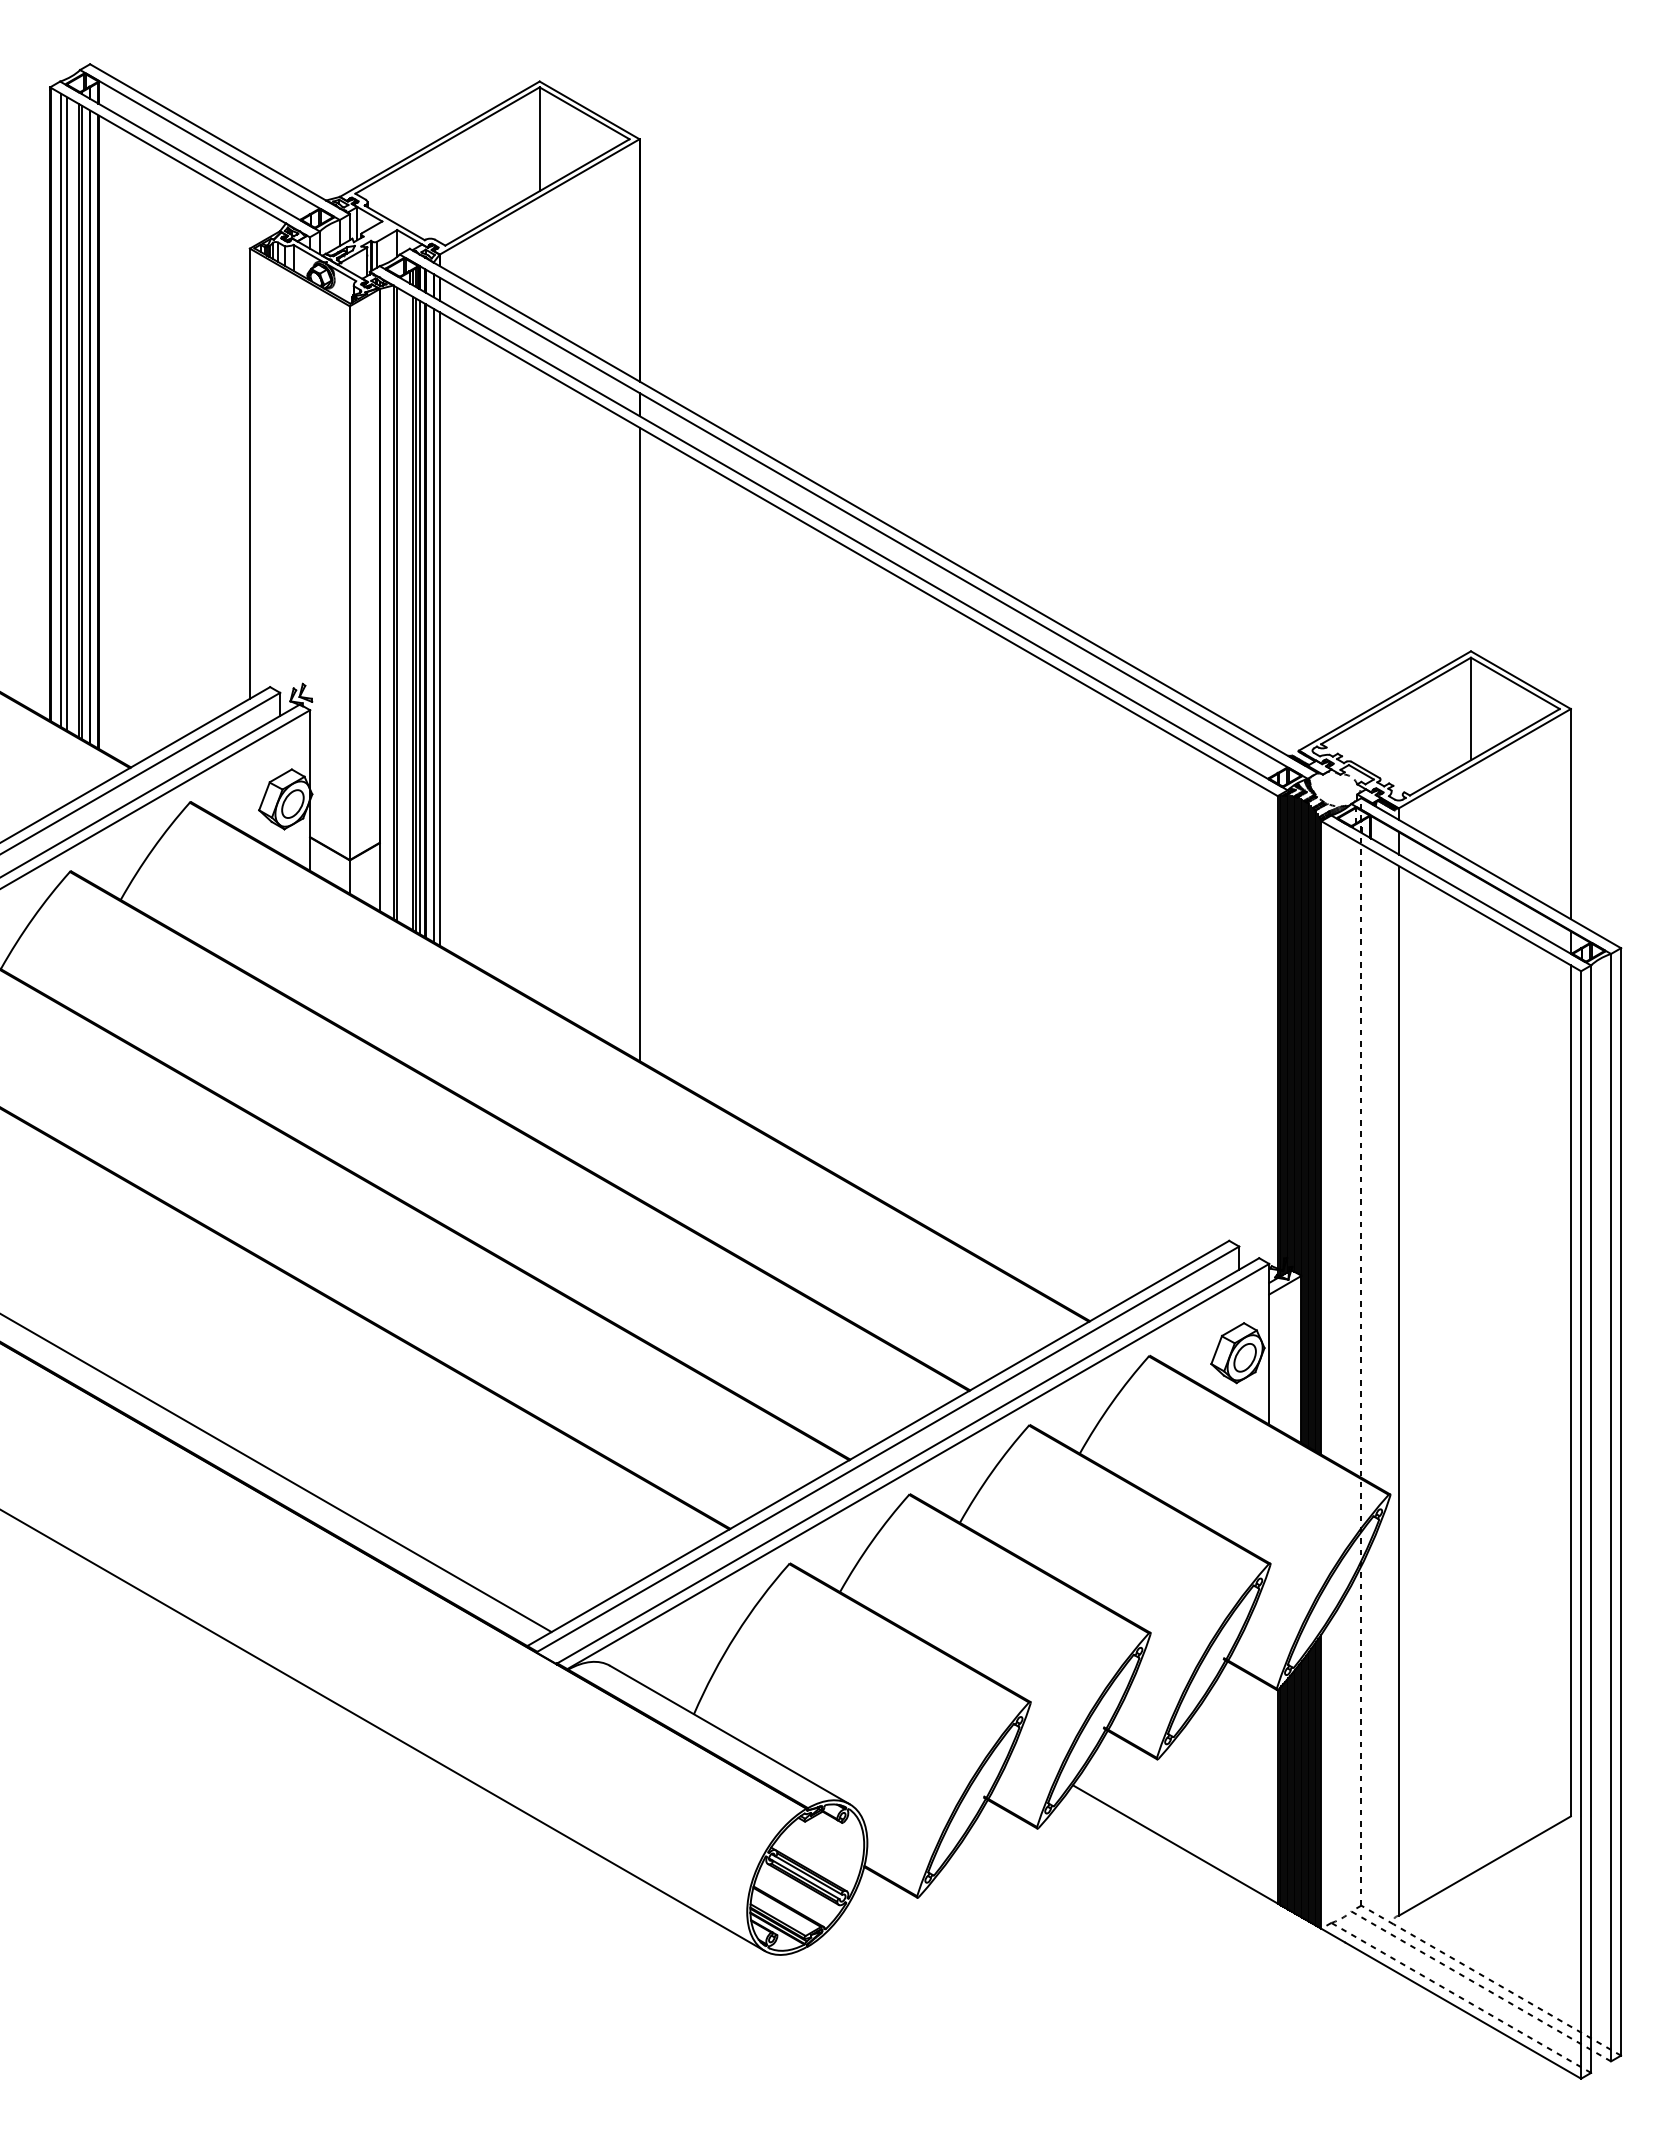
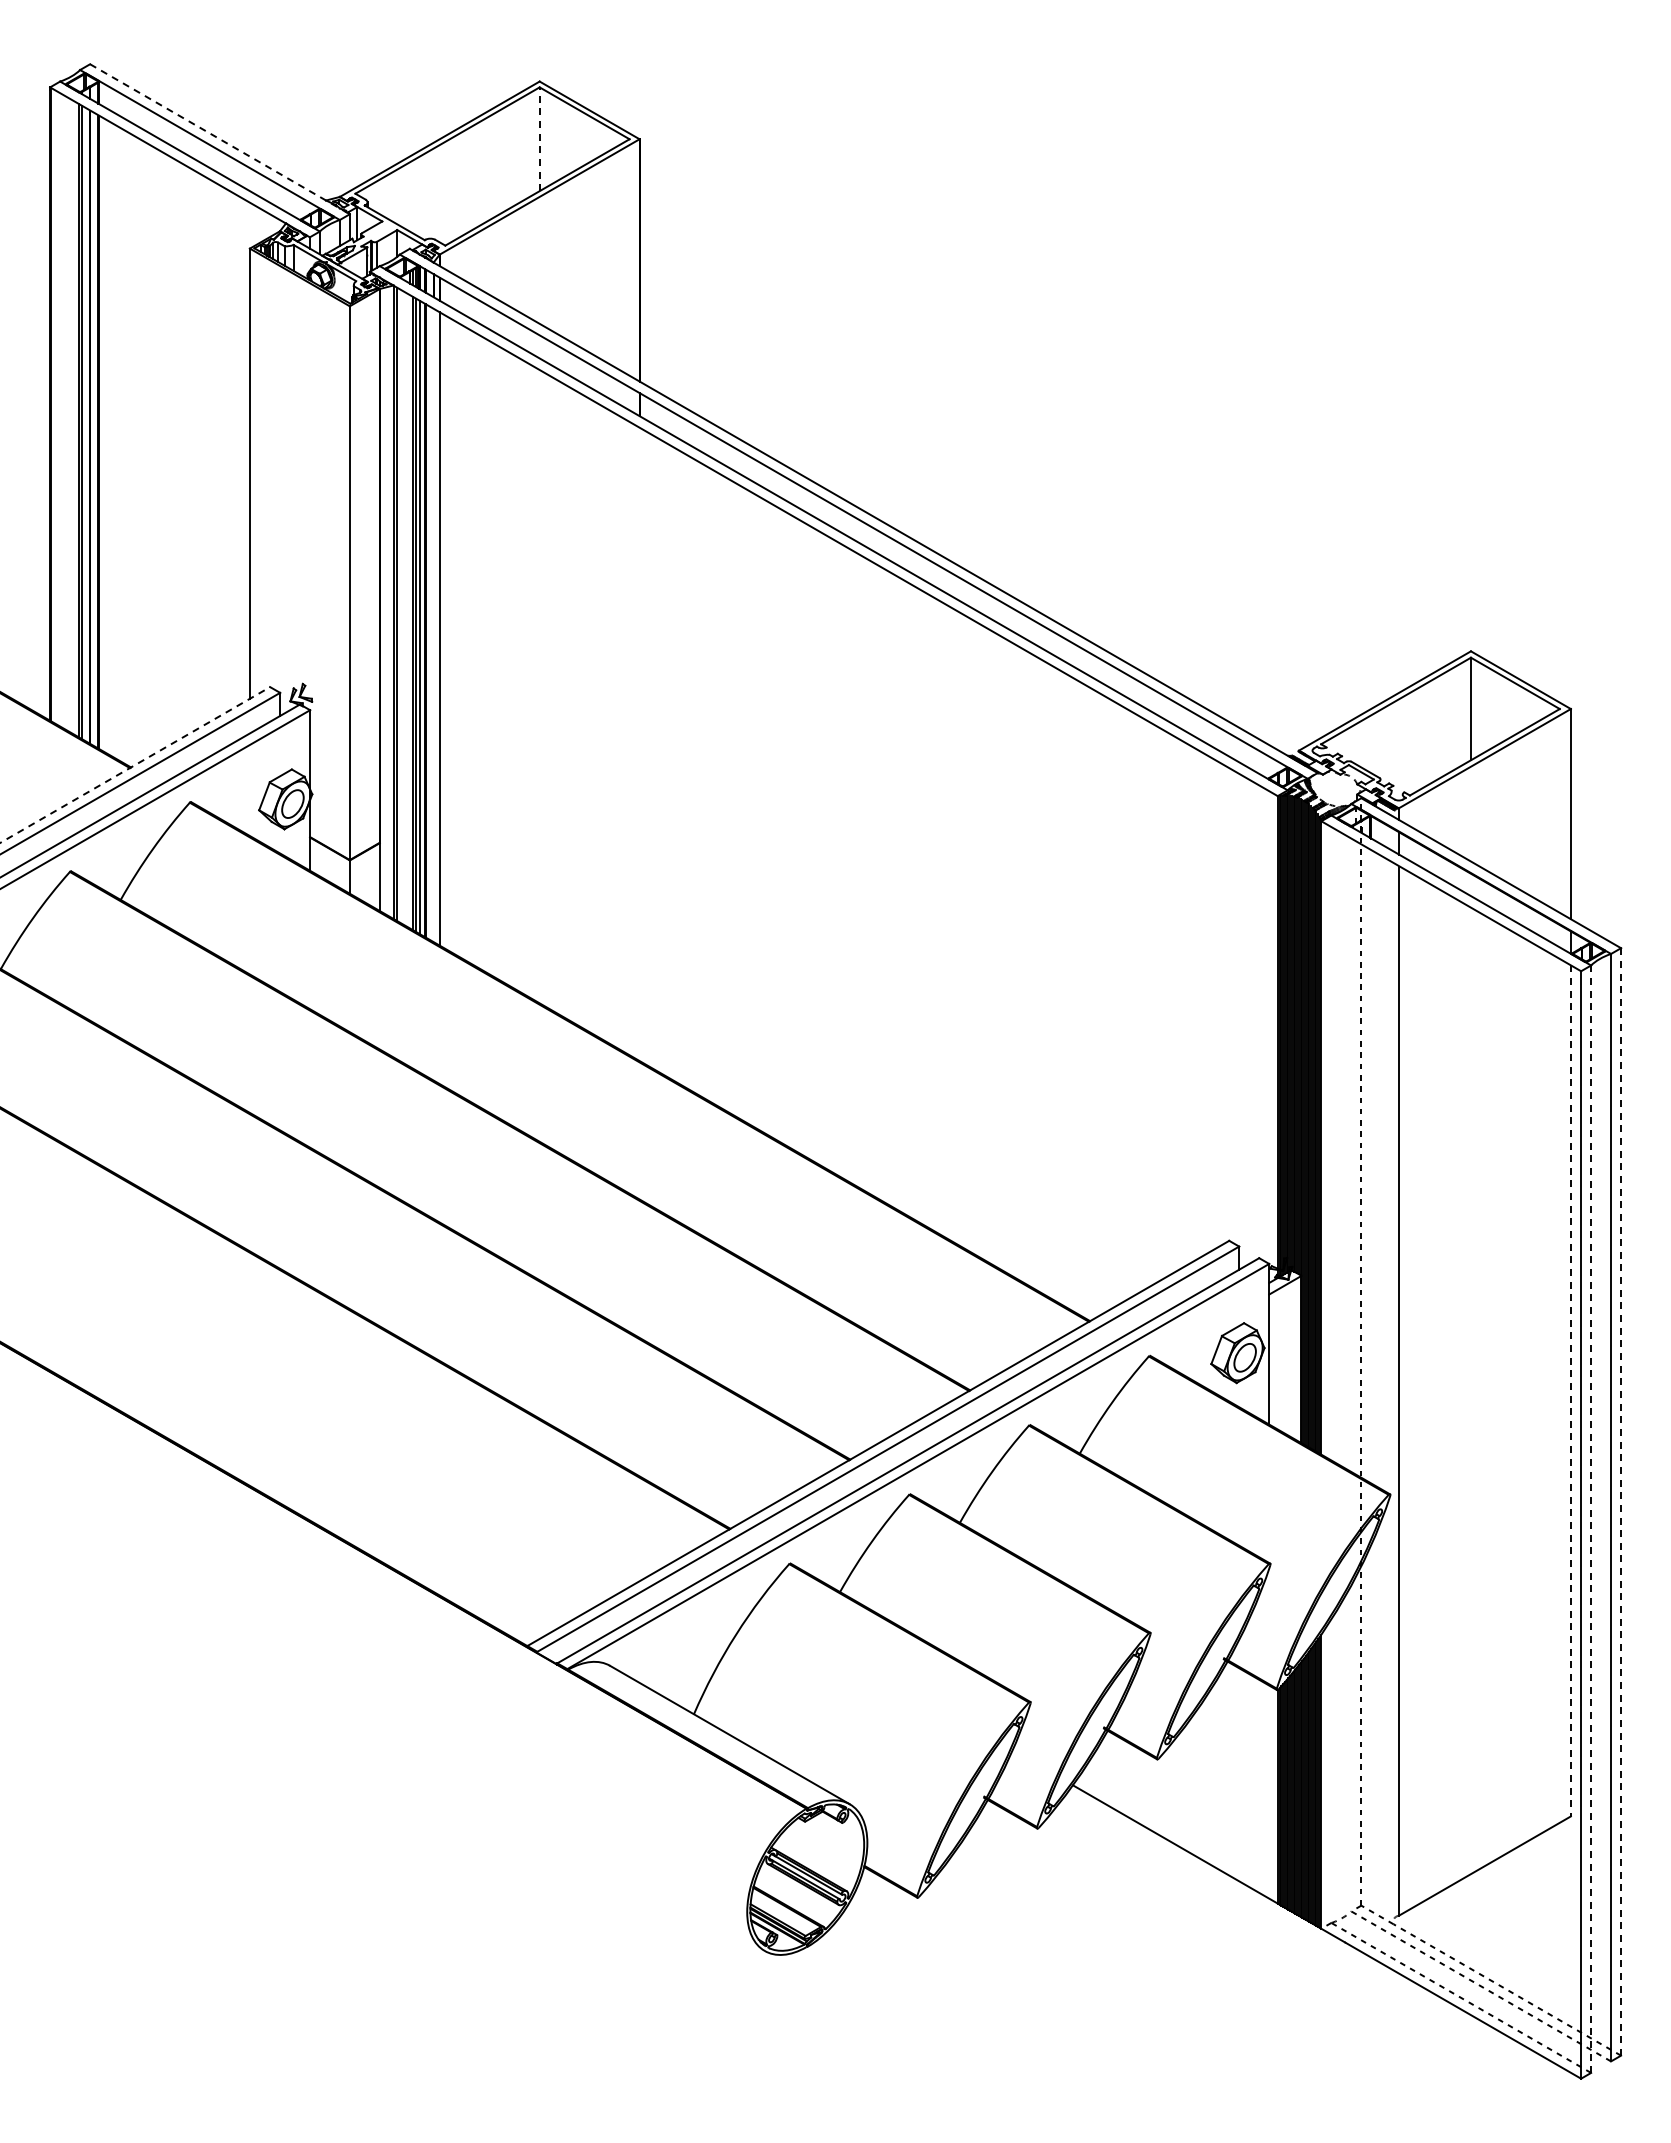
line at (219, 139): solid -> dashed
line at (539, 139): solid -> dashed
line at (60, 410): present -> none
line at (66, 413): present -> none
line at (433, 625): present -> none
line at (639, 744): present -> none
line at (135, 765): solid -> dashed
line at (1570, 1390): solid -> dashed
line at (276, 1473): present -> none
line at (1621, 1501): solid -> dashed
line at (1591, 1519): solid -> dashed
line at (383, 1730): present -> none
